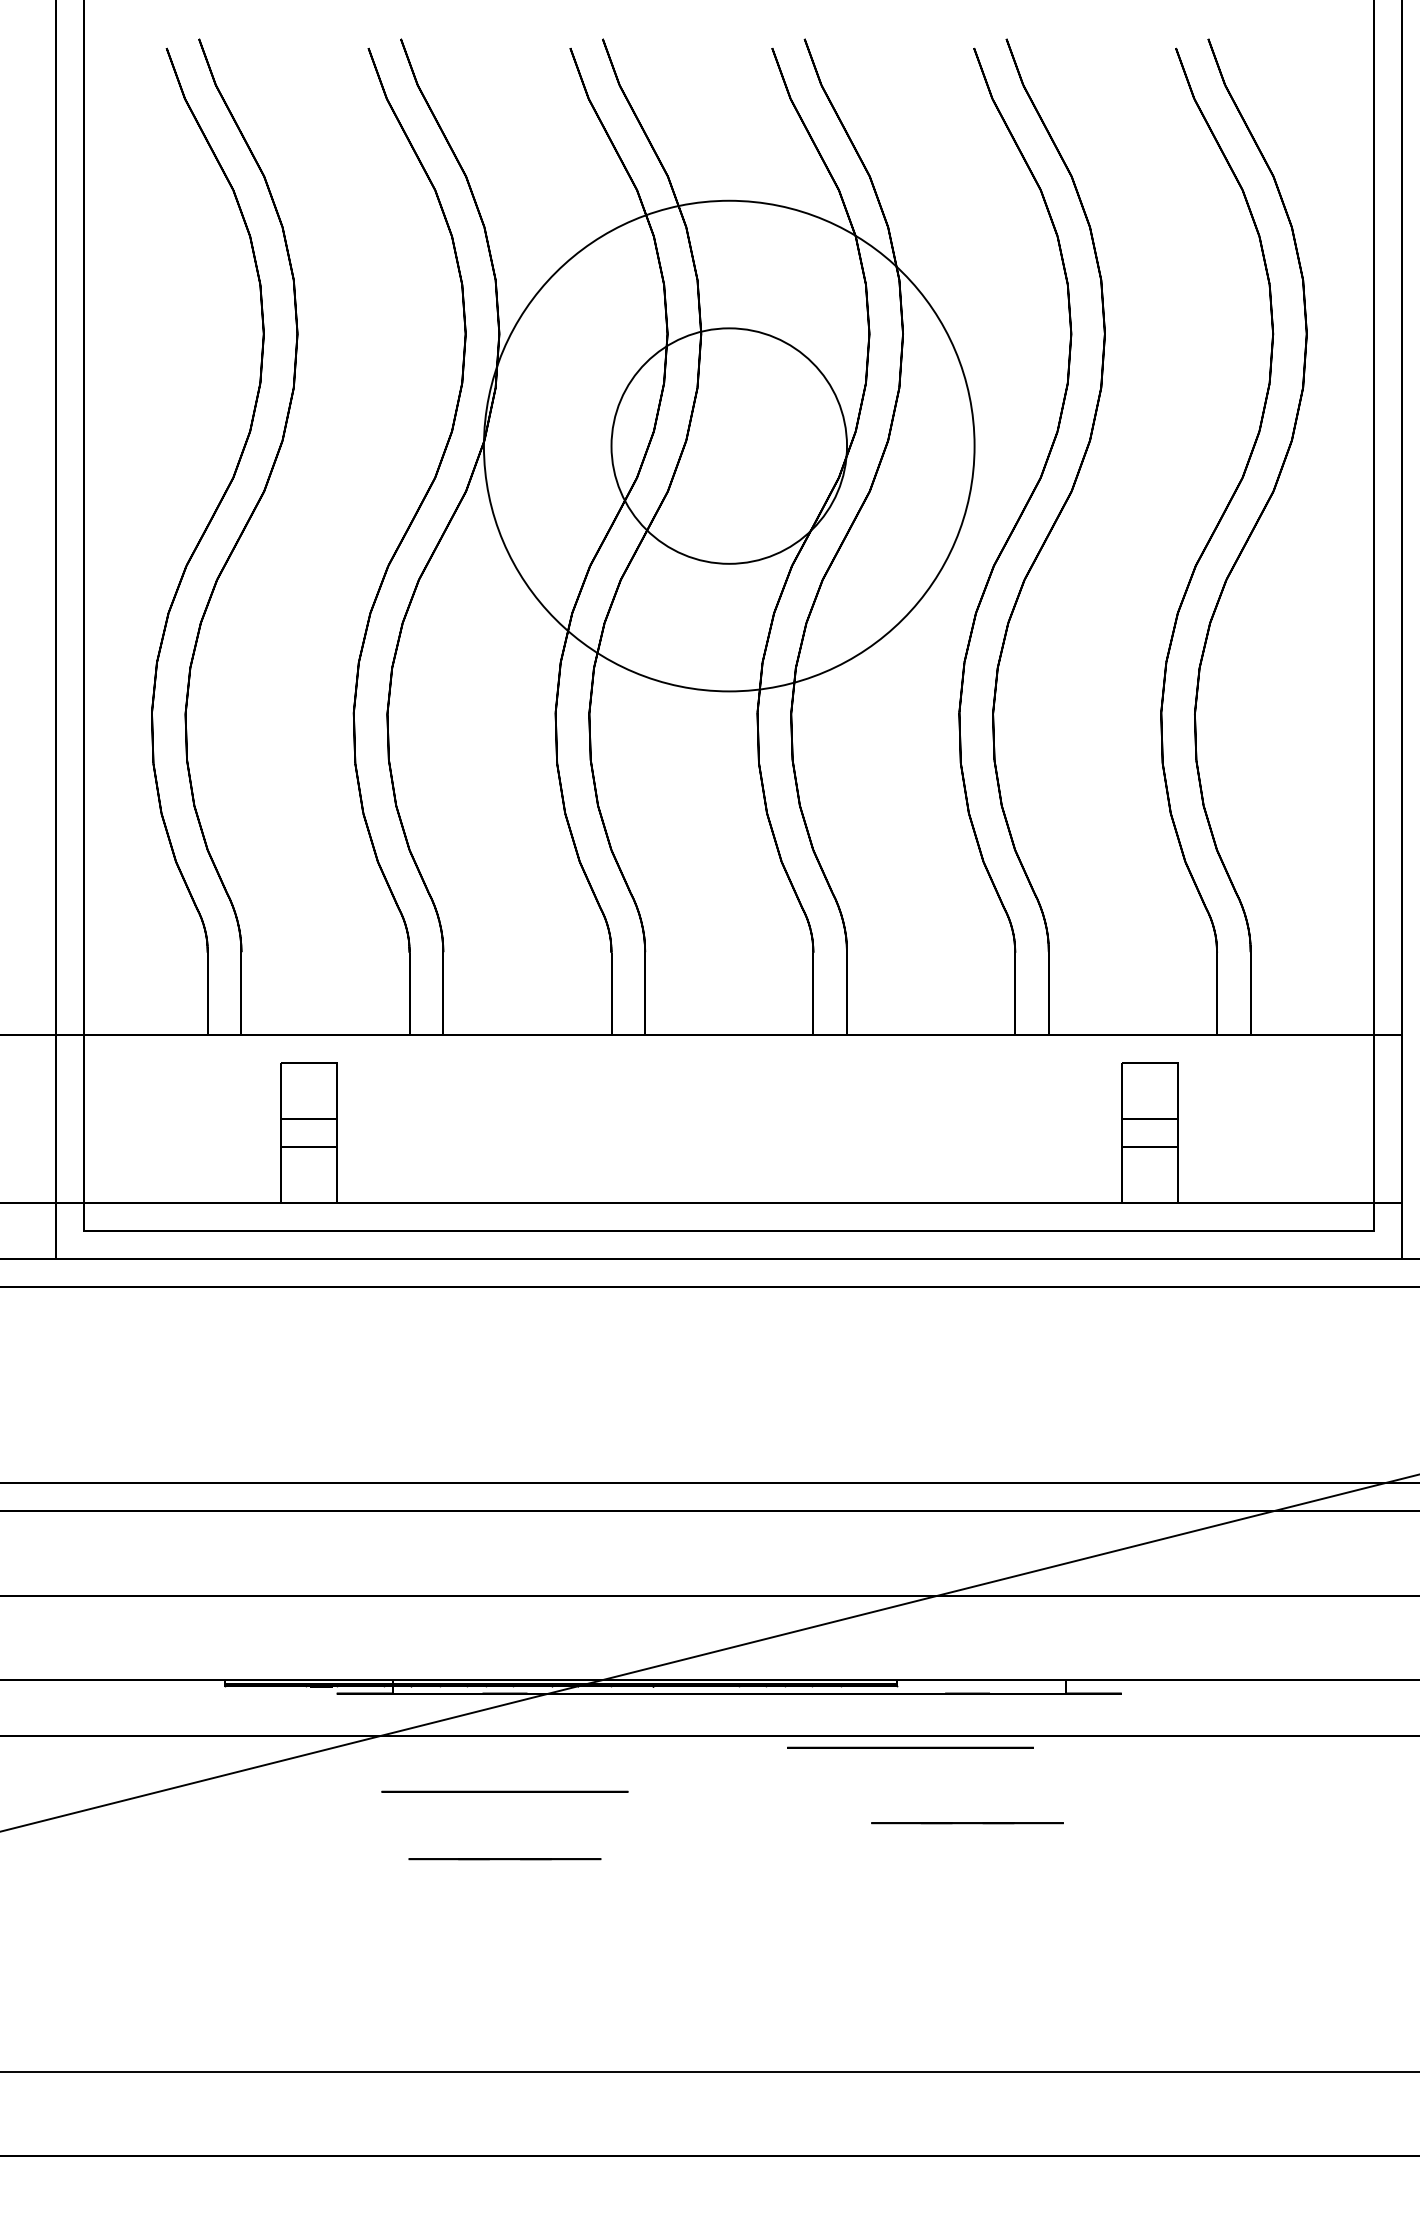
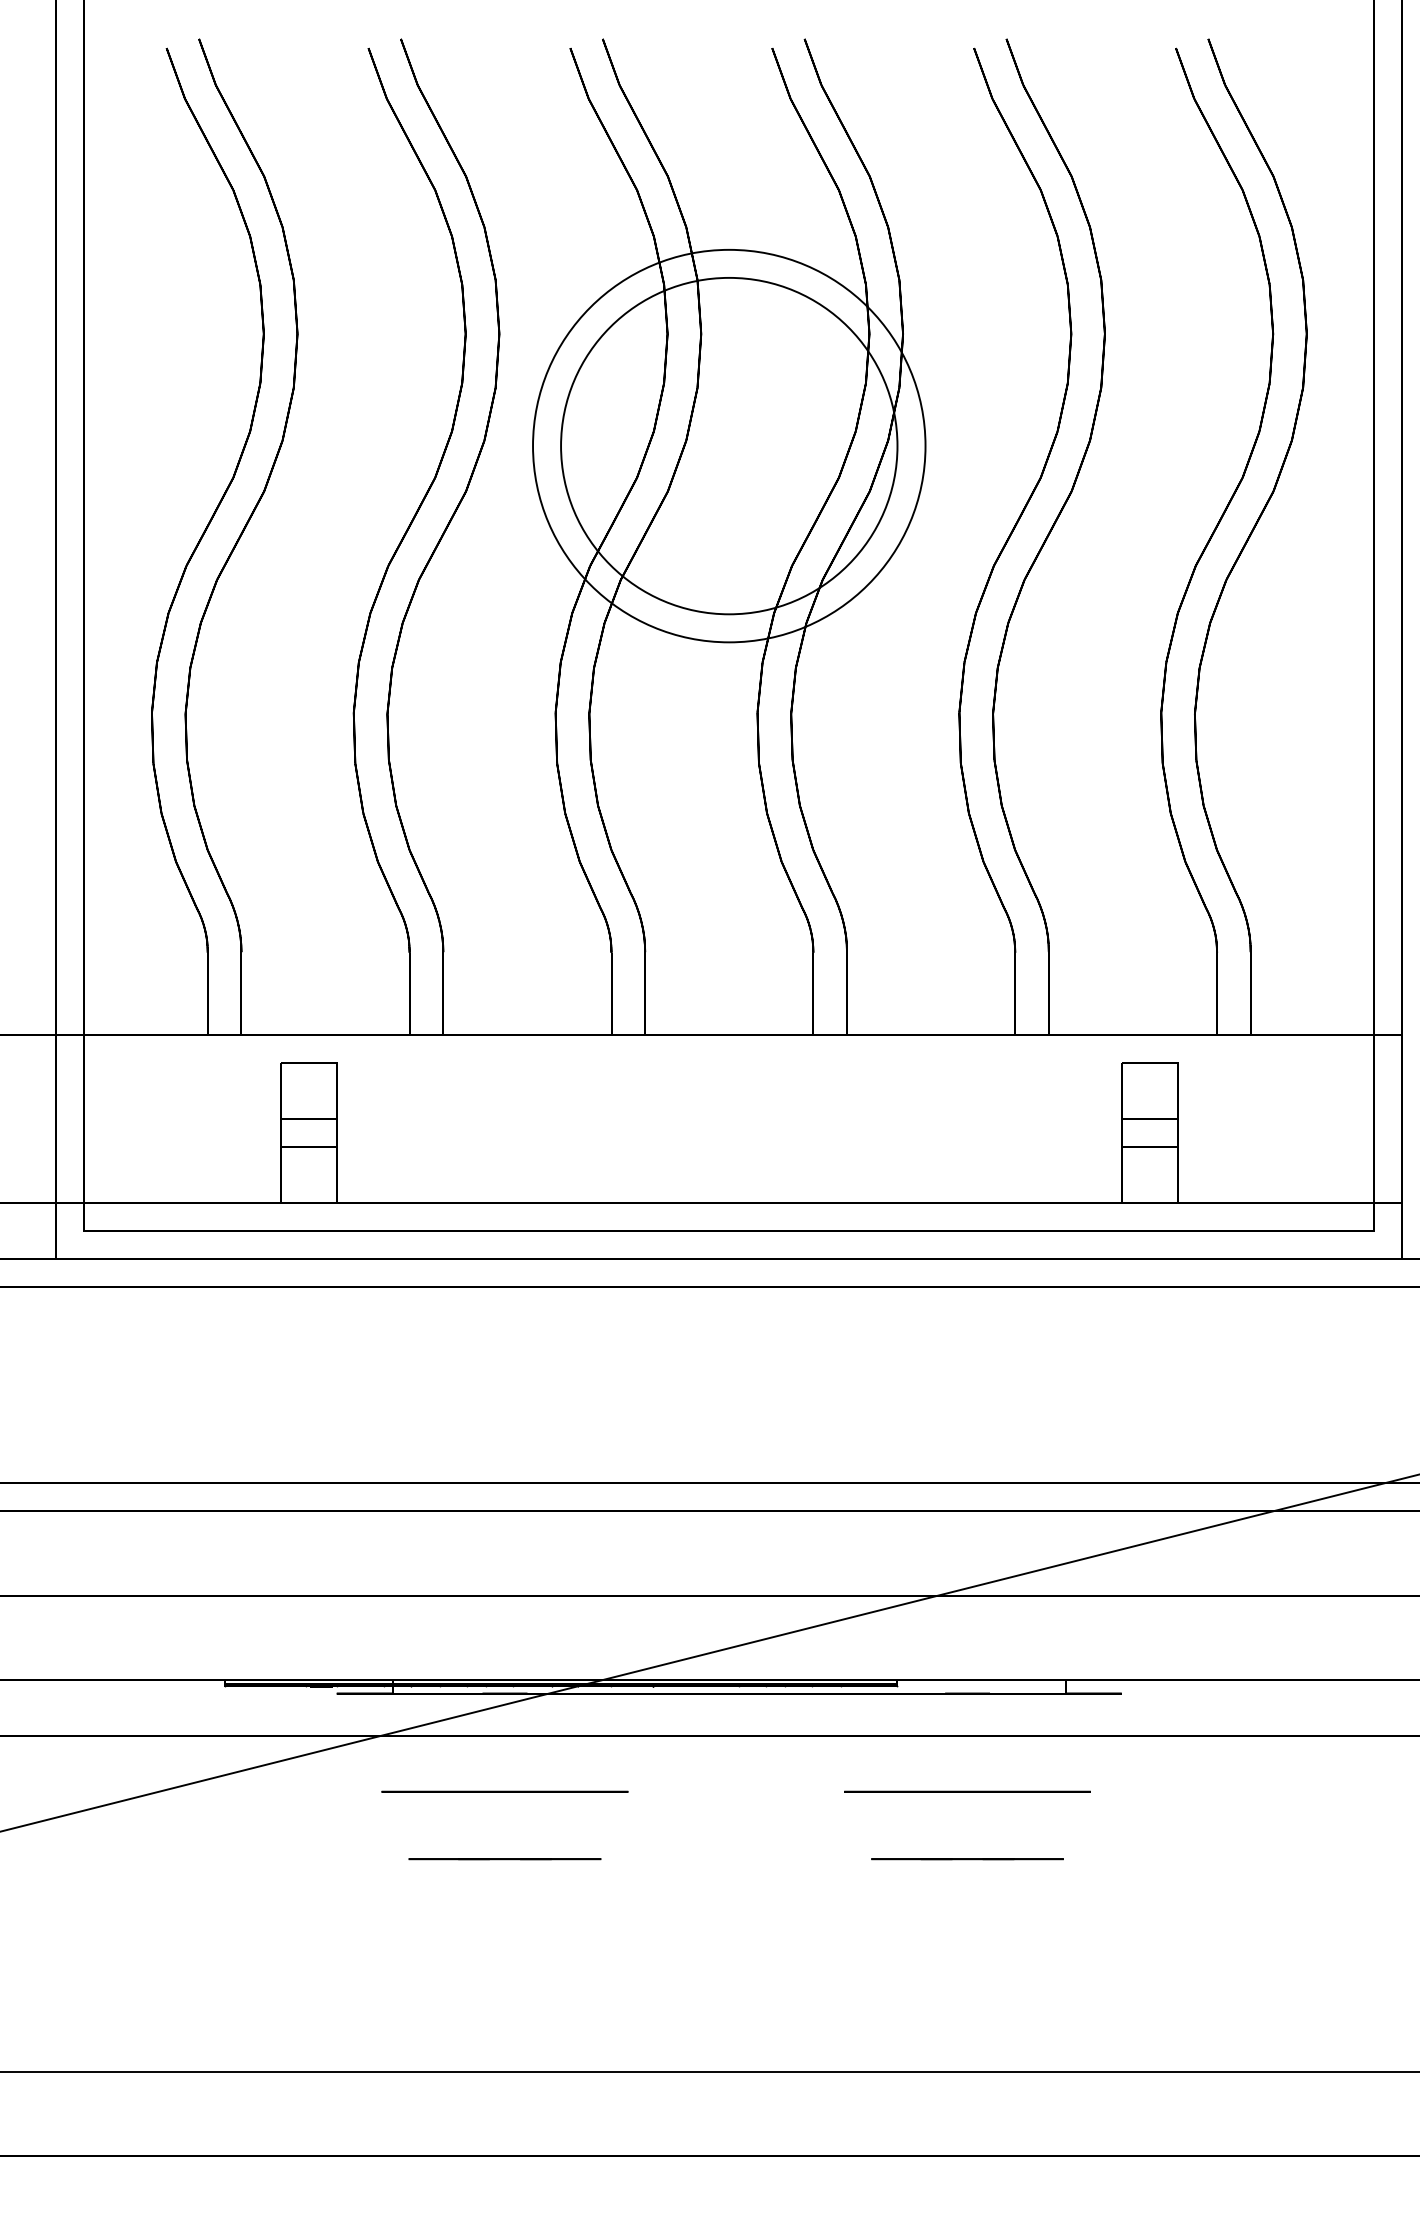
circle at (728, 445) diameter: 491 px -> 393 px
circle at (729, 445) diameter: 236 px -> 336 px
circle at (910, 1747) position: (910, 1747) -> (967, 1791)
line at (967, 1823) position: (967, 1823) -> (967, 1859)
